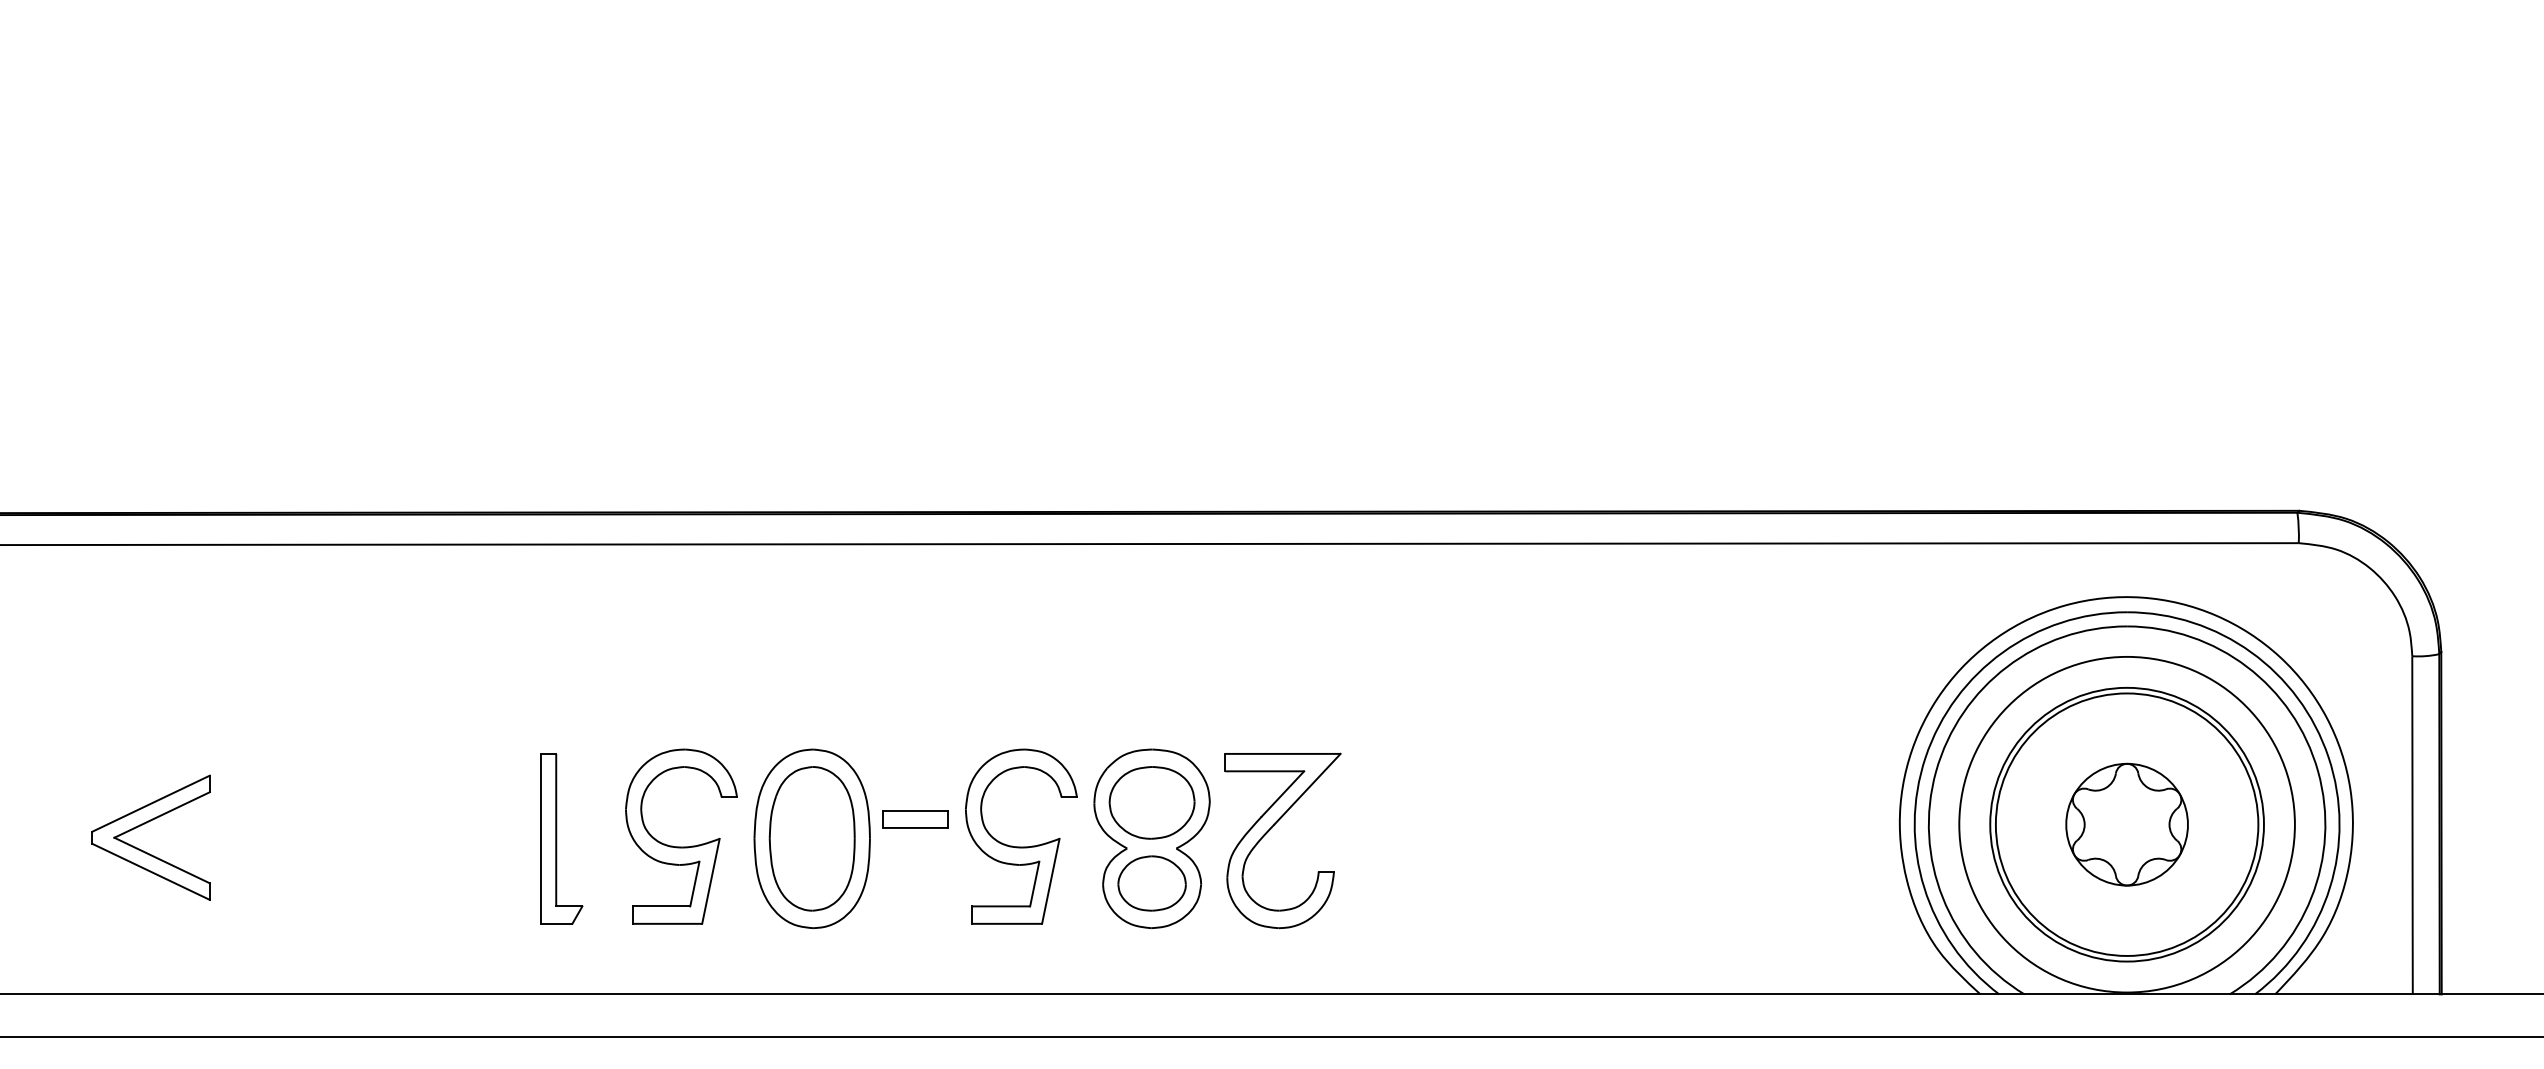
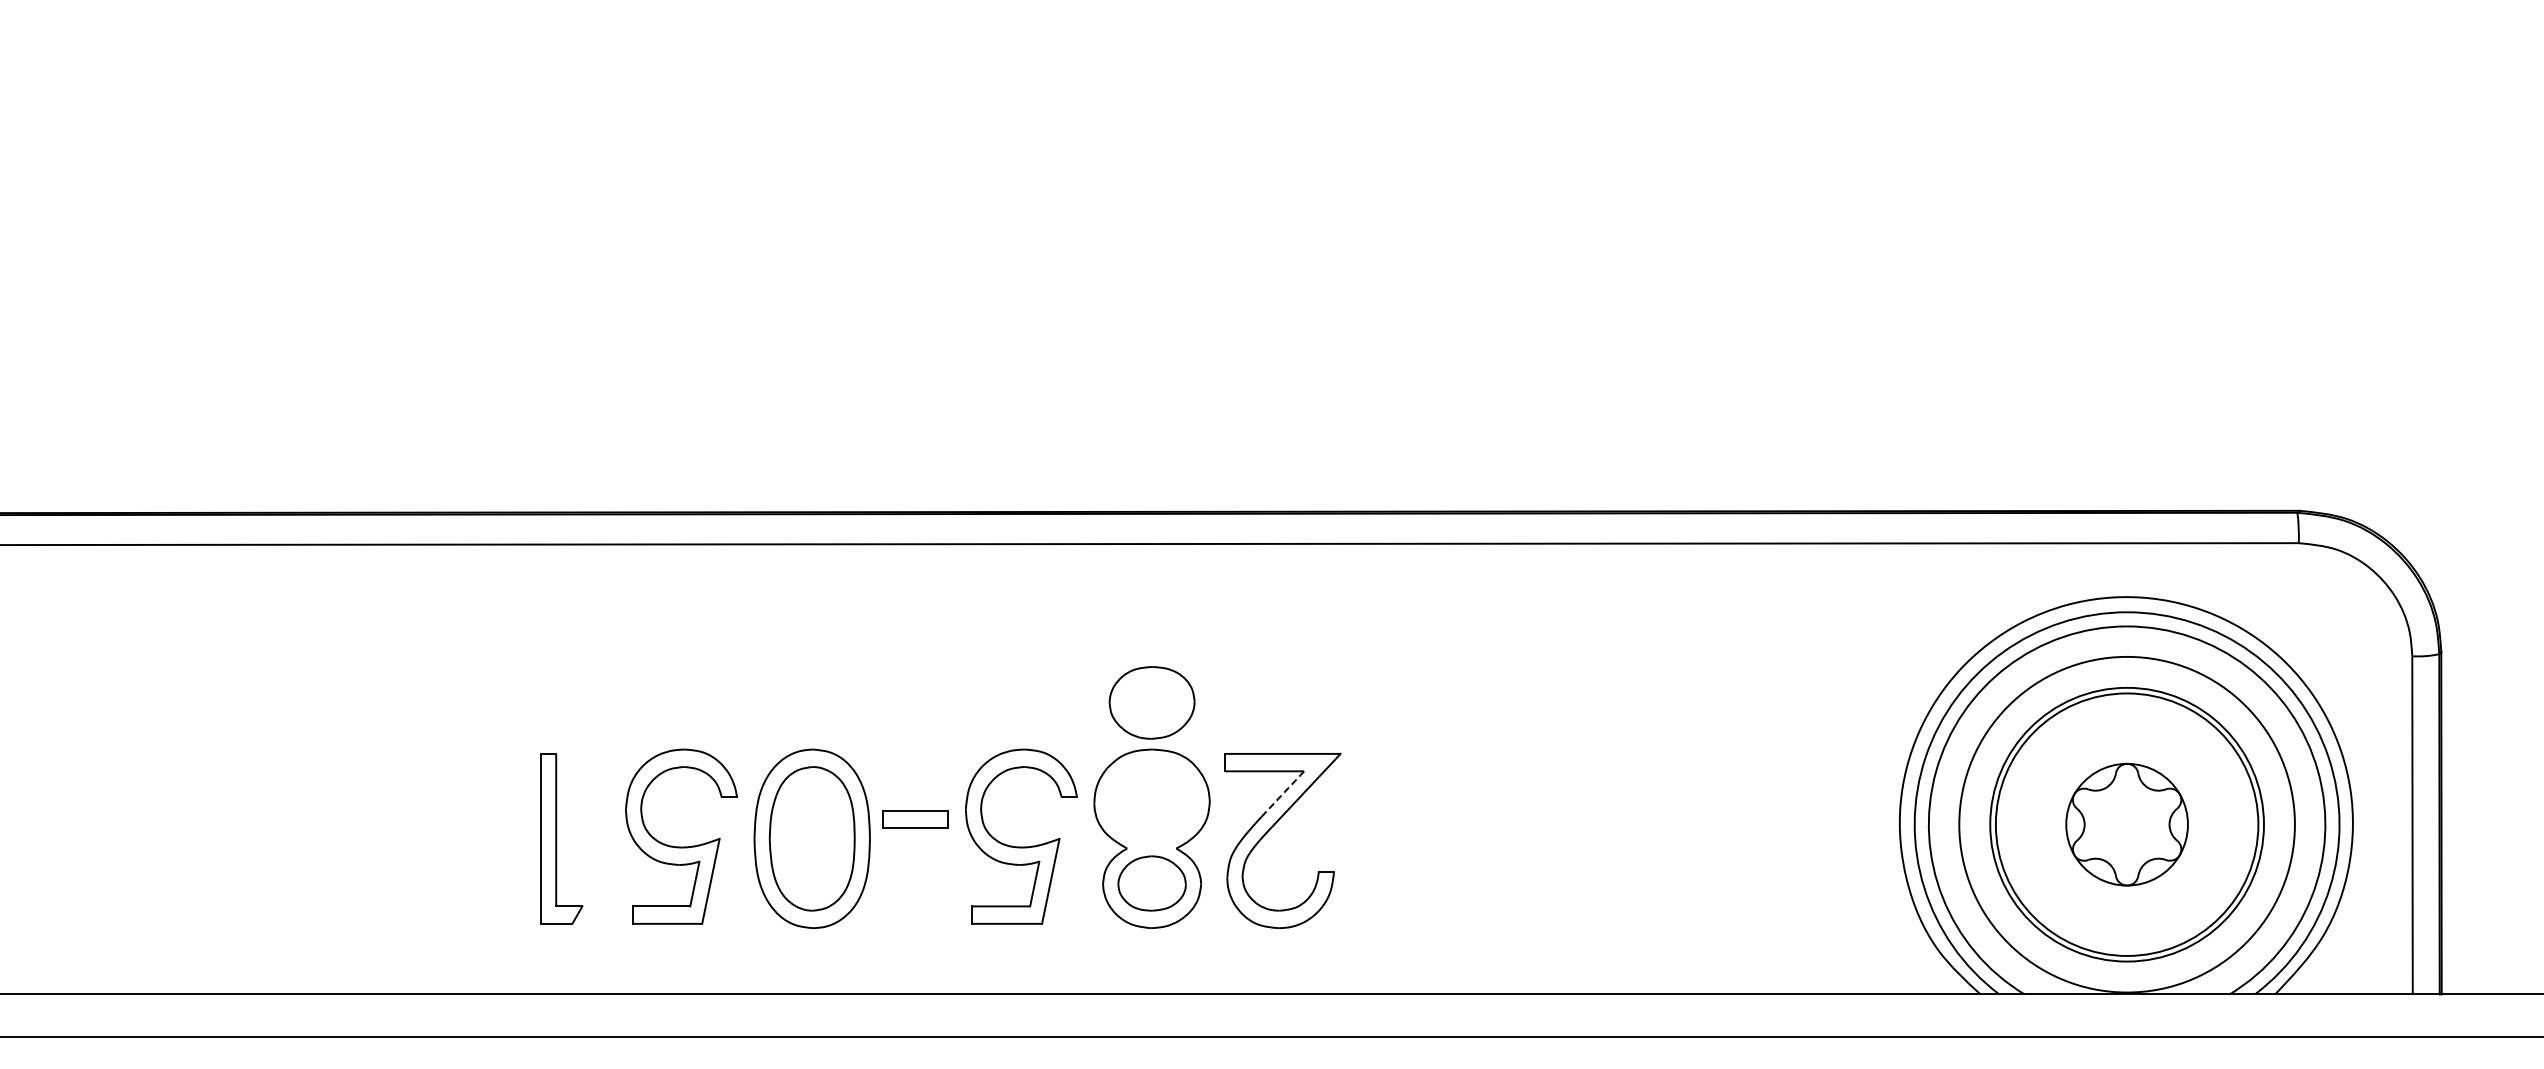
line at (1283, 793): solid -> dashed
part at (1151, 802) position: (1151, 802) -> (1151, 702)
part at (144, 824): present -> none
